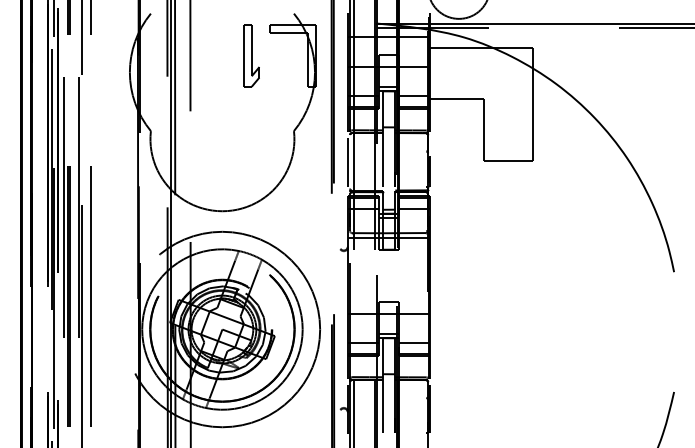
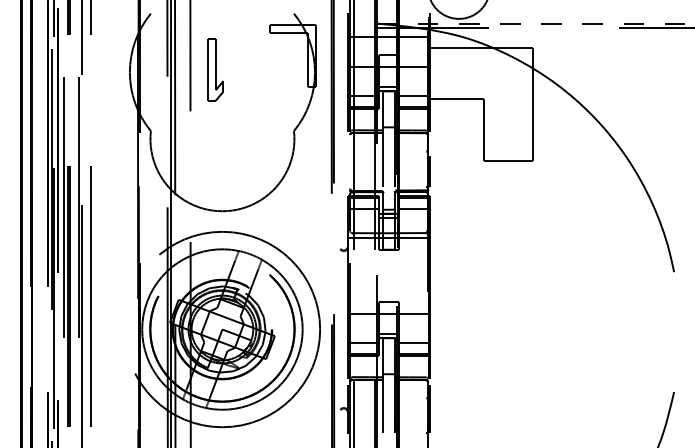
line at (535, 23): solid -> dashed
part at (251, 55) position: (251, 55) -> (215, 69)
line at (347, 161): present -> none
